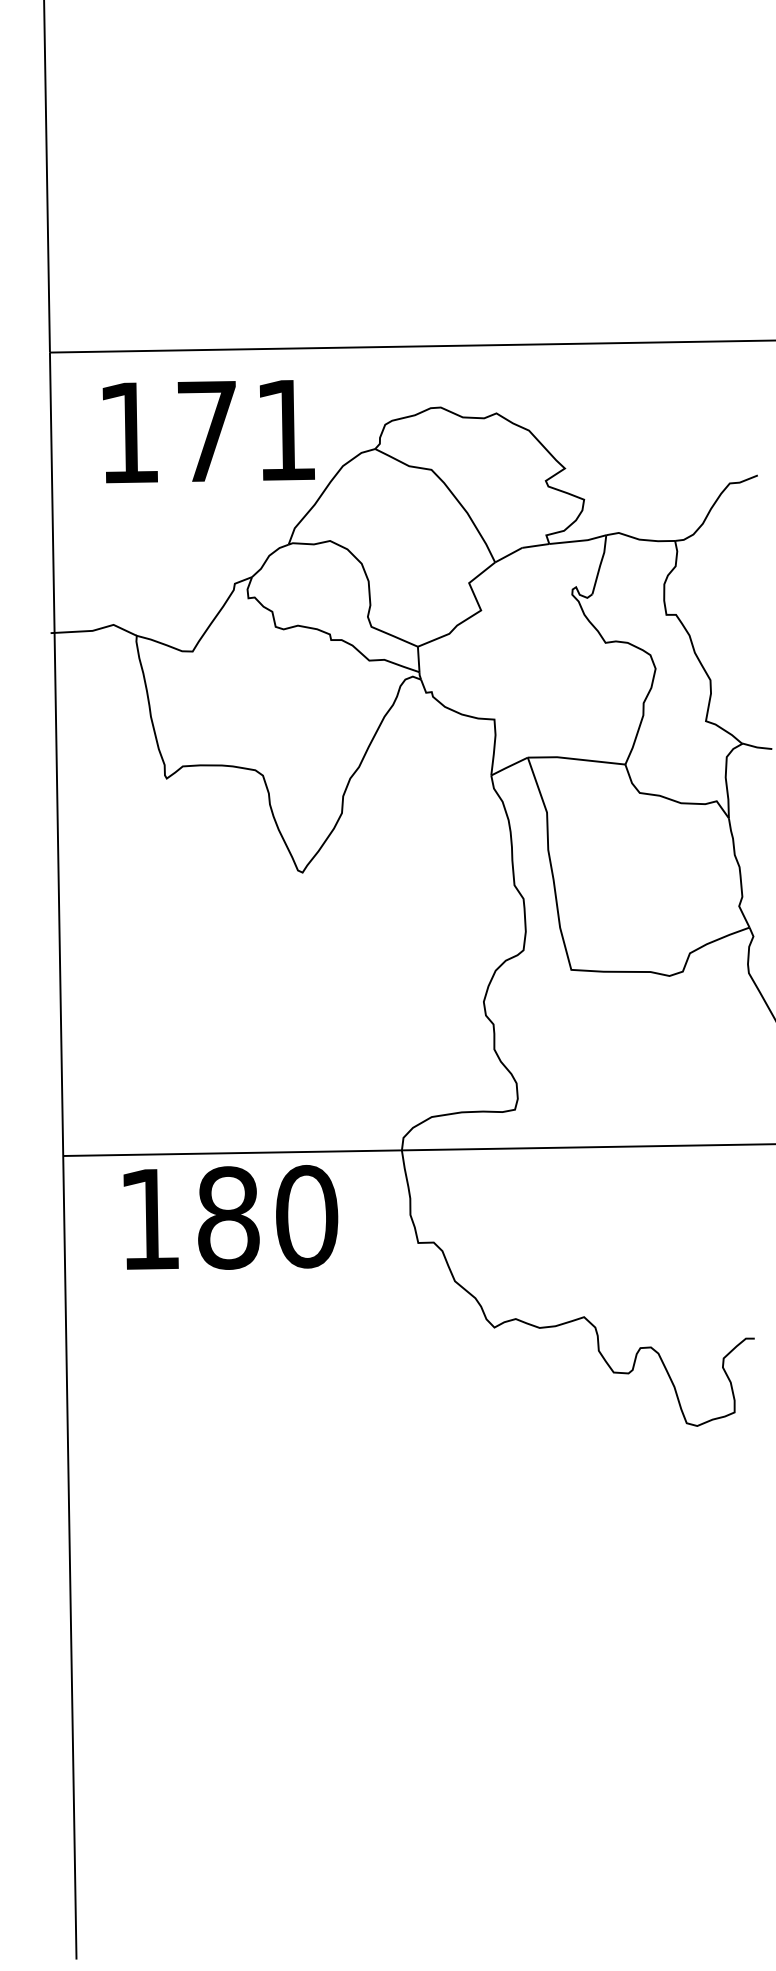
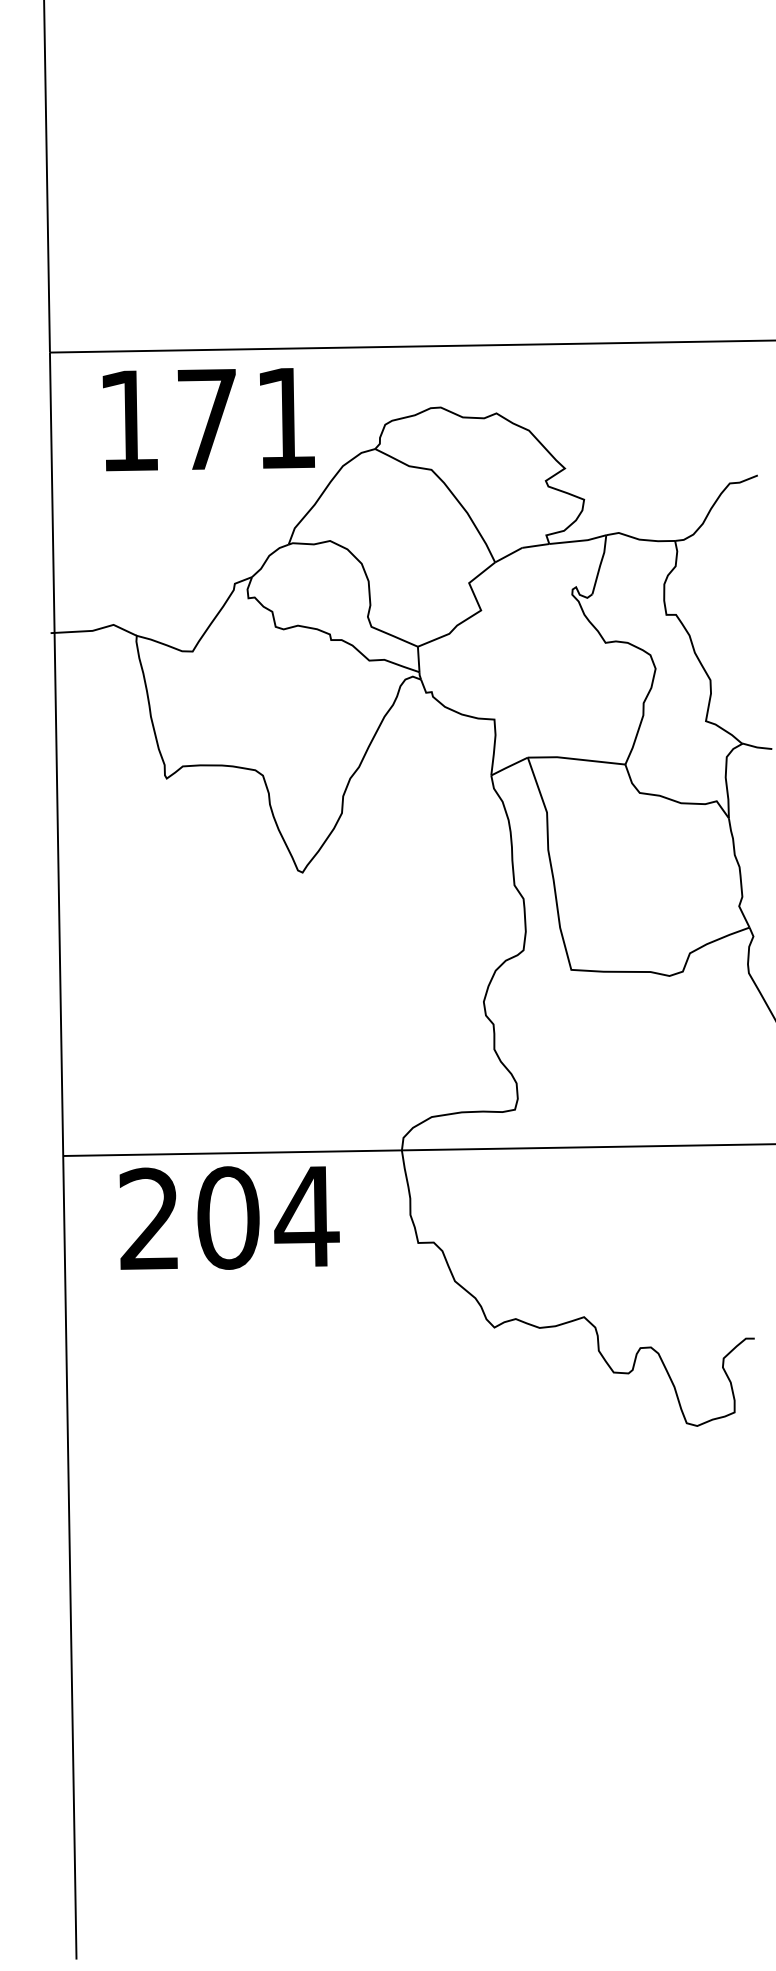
text at (208, 431) position: (208, 431) -> (208, 419)
text at (229, 1217): 180 -> 204
